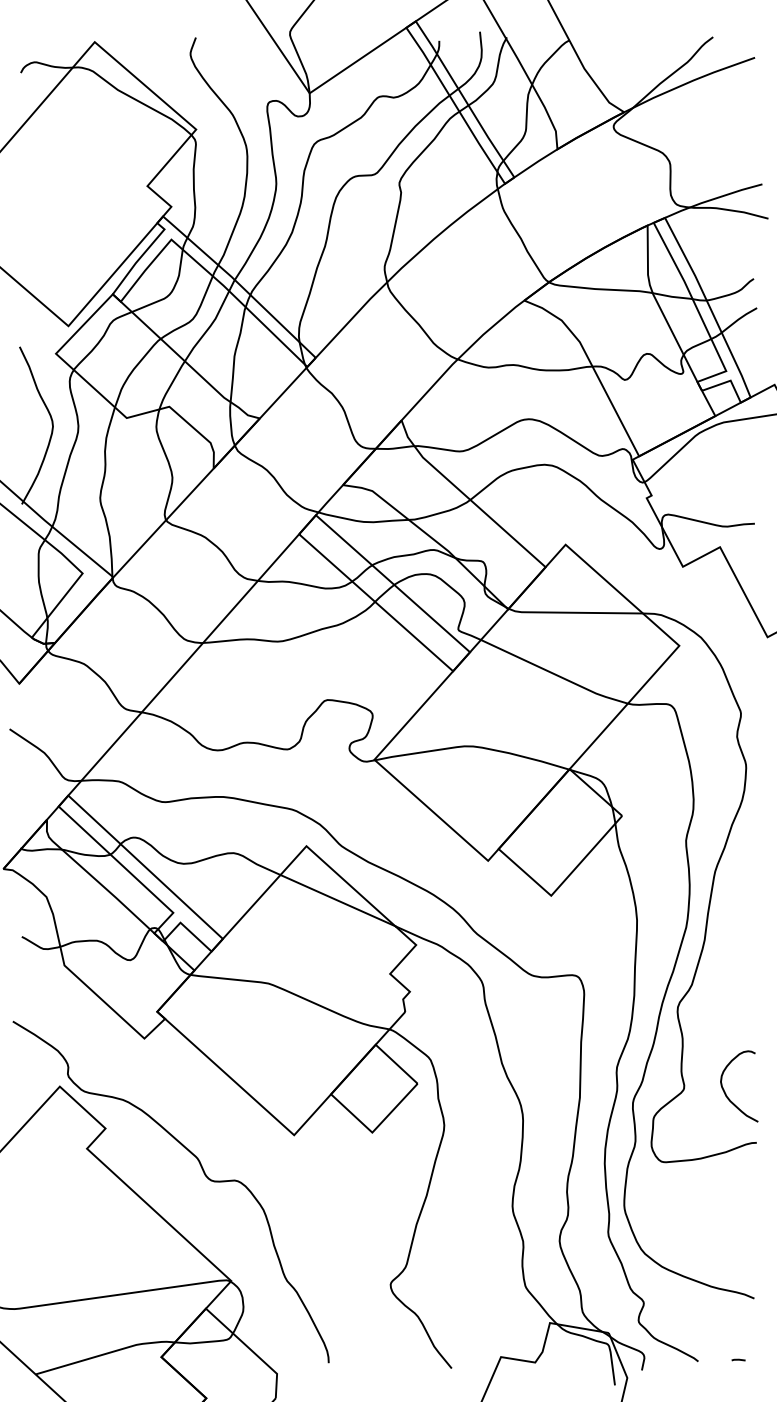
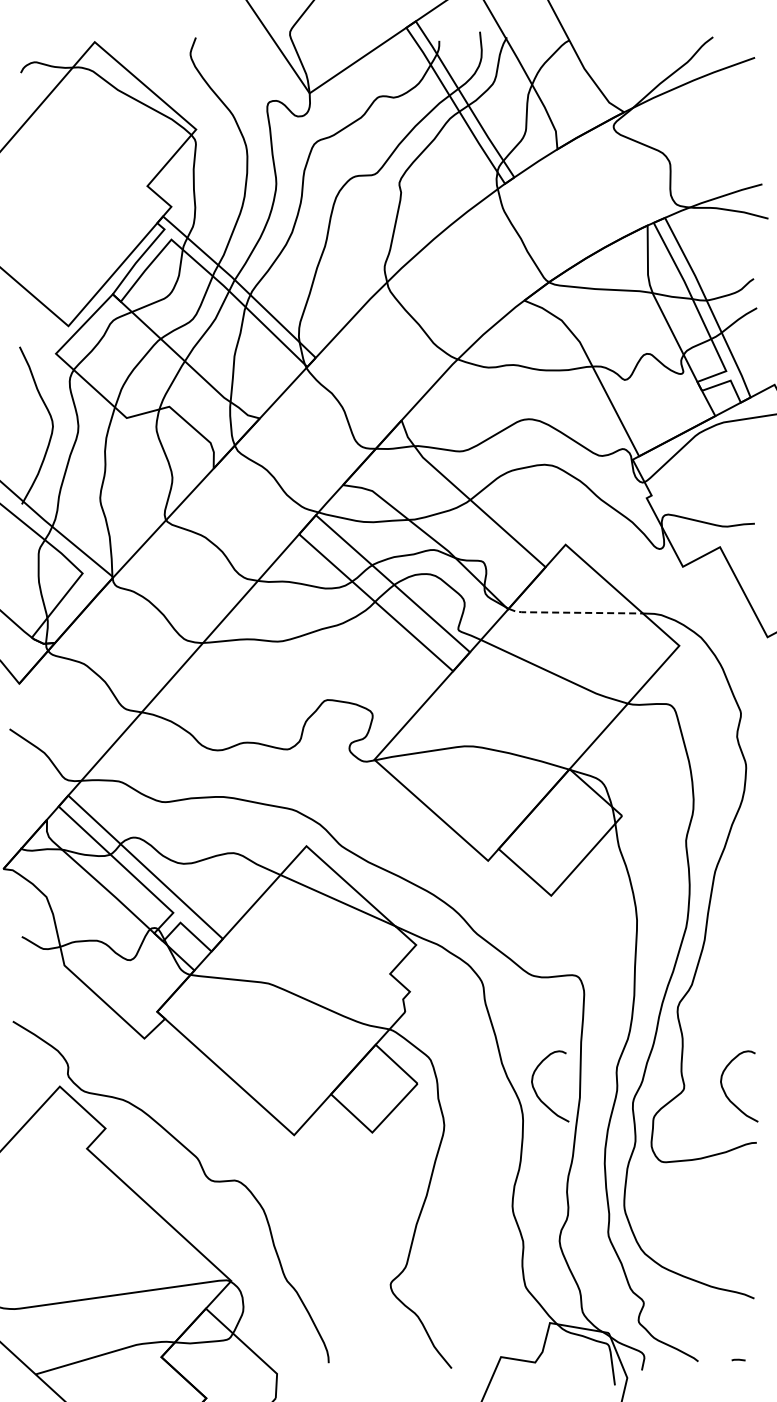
line at (574, 612): solid -> dashed
curve at (537, 1093): none -> present
